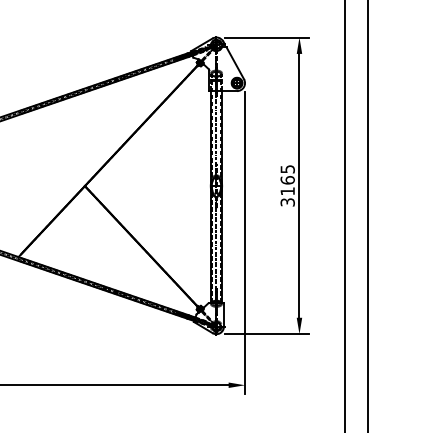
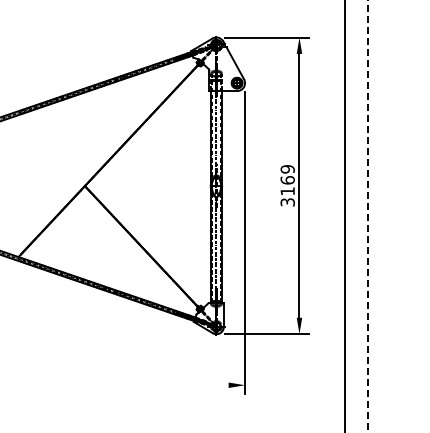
text at (287, 169): 3165 -> 3169
line at (368, 216): solid -> dashed
line at (115, 385): present -> none
